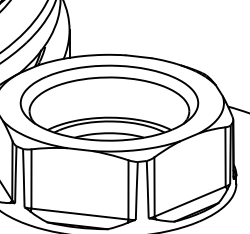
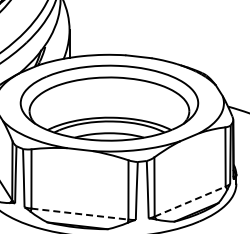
line at (190, 201): solid -> dashed
line at (79, 214): solid -> dashed
